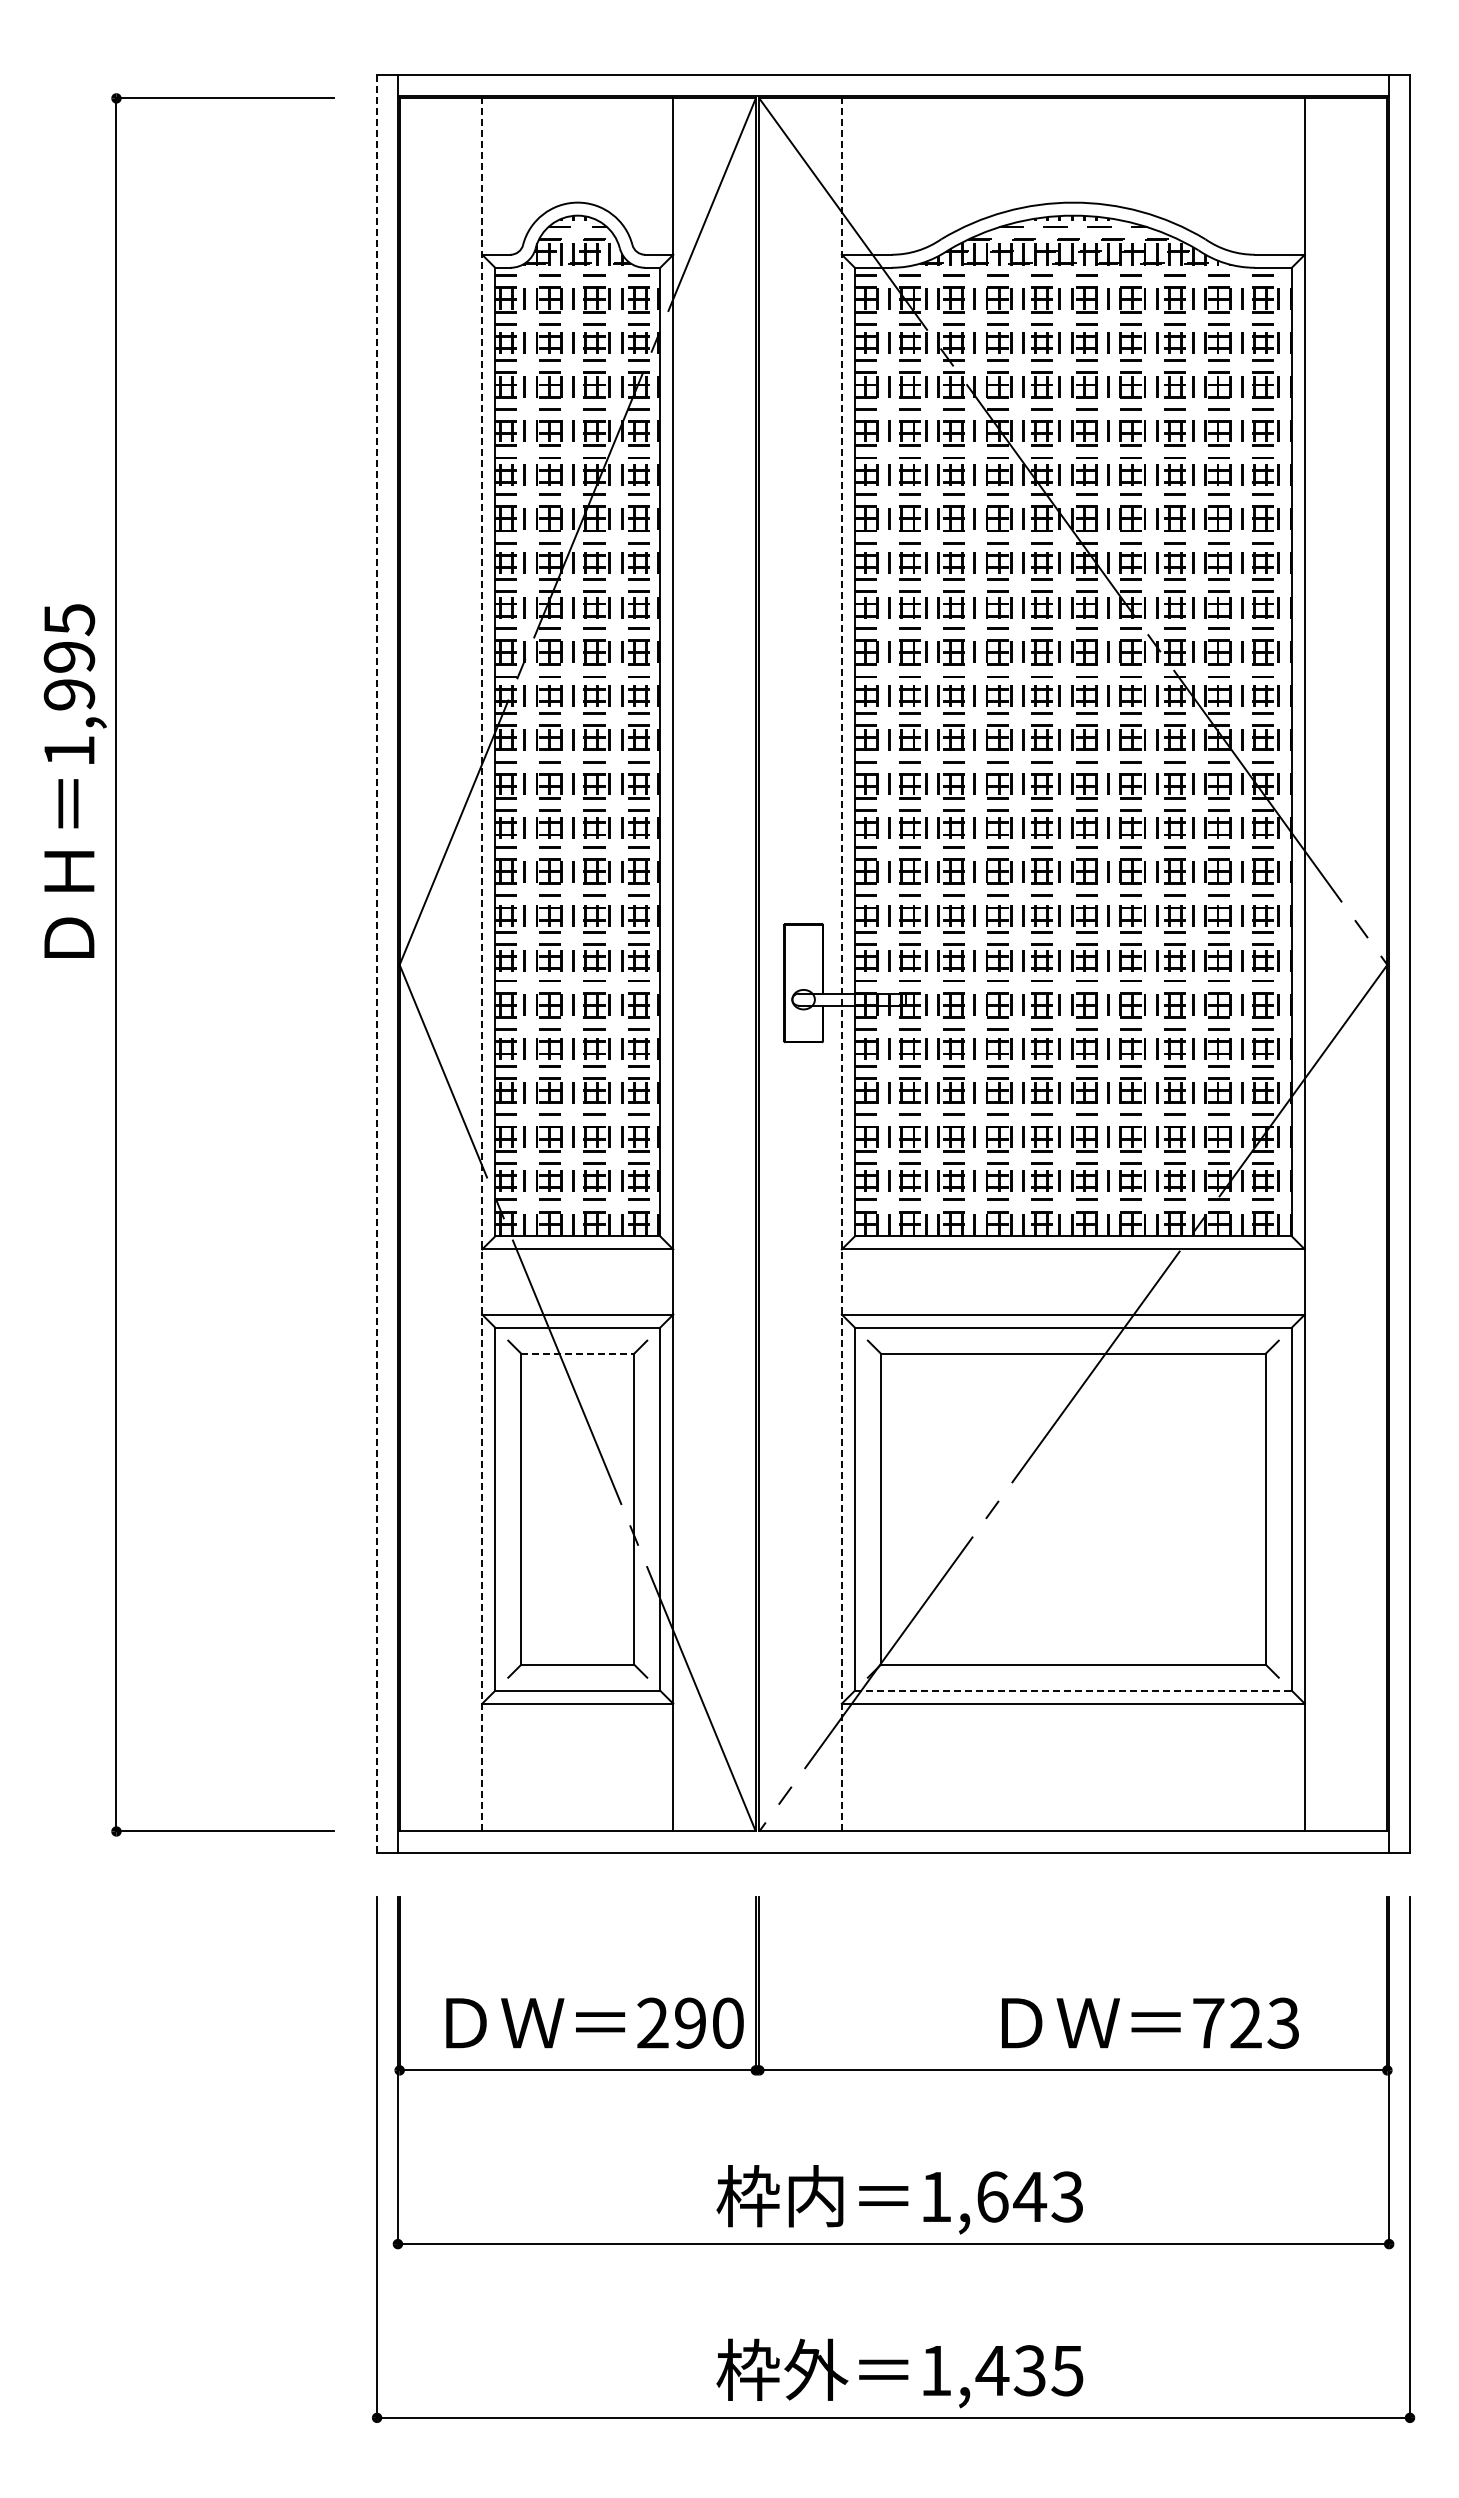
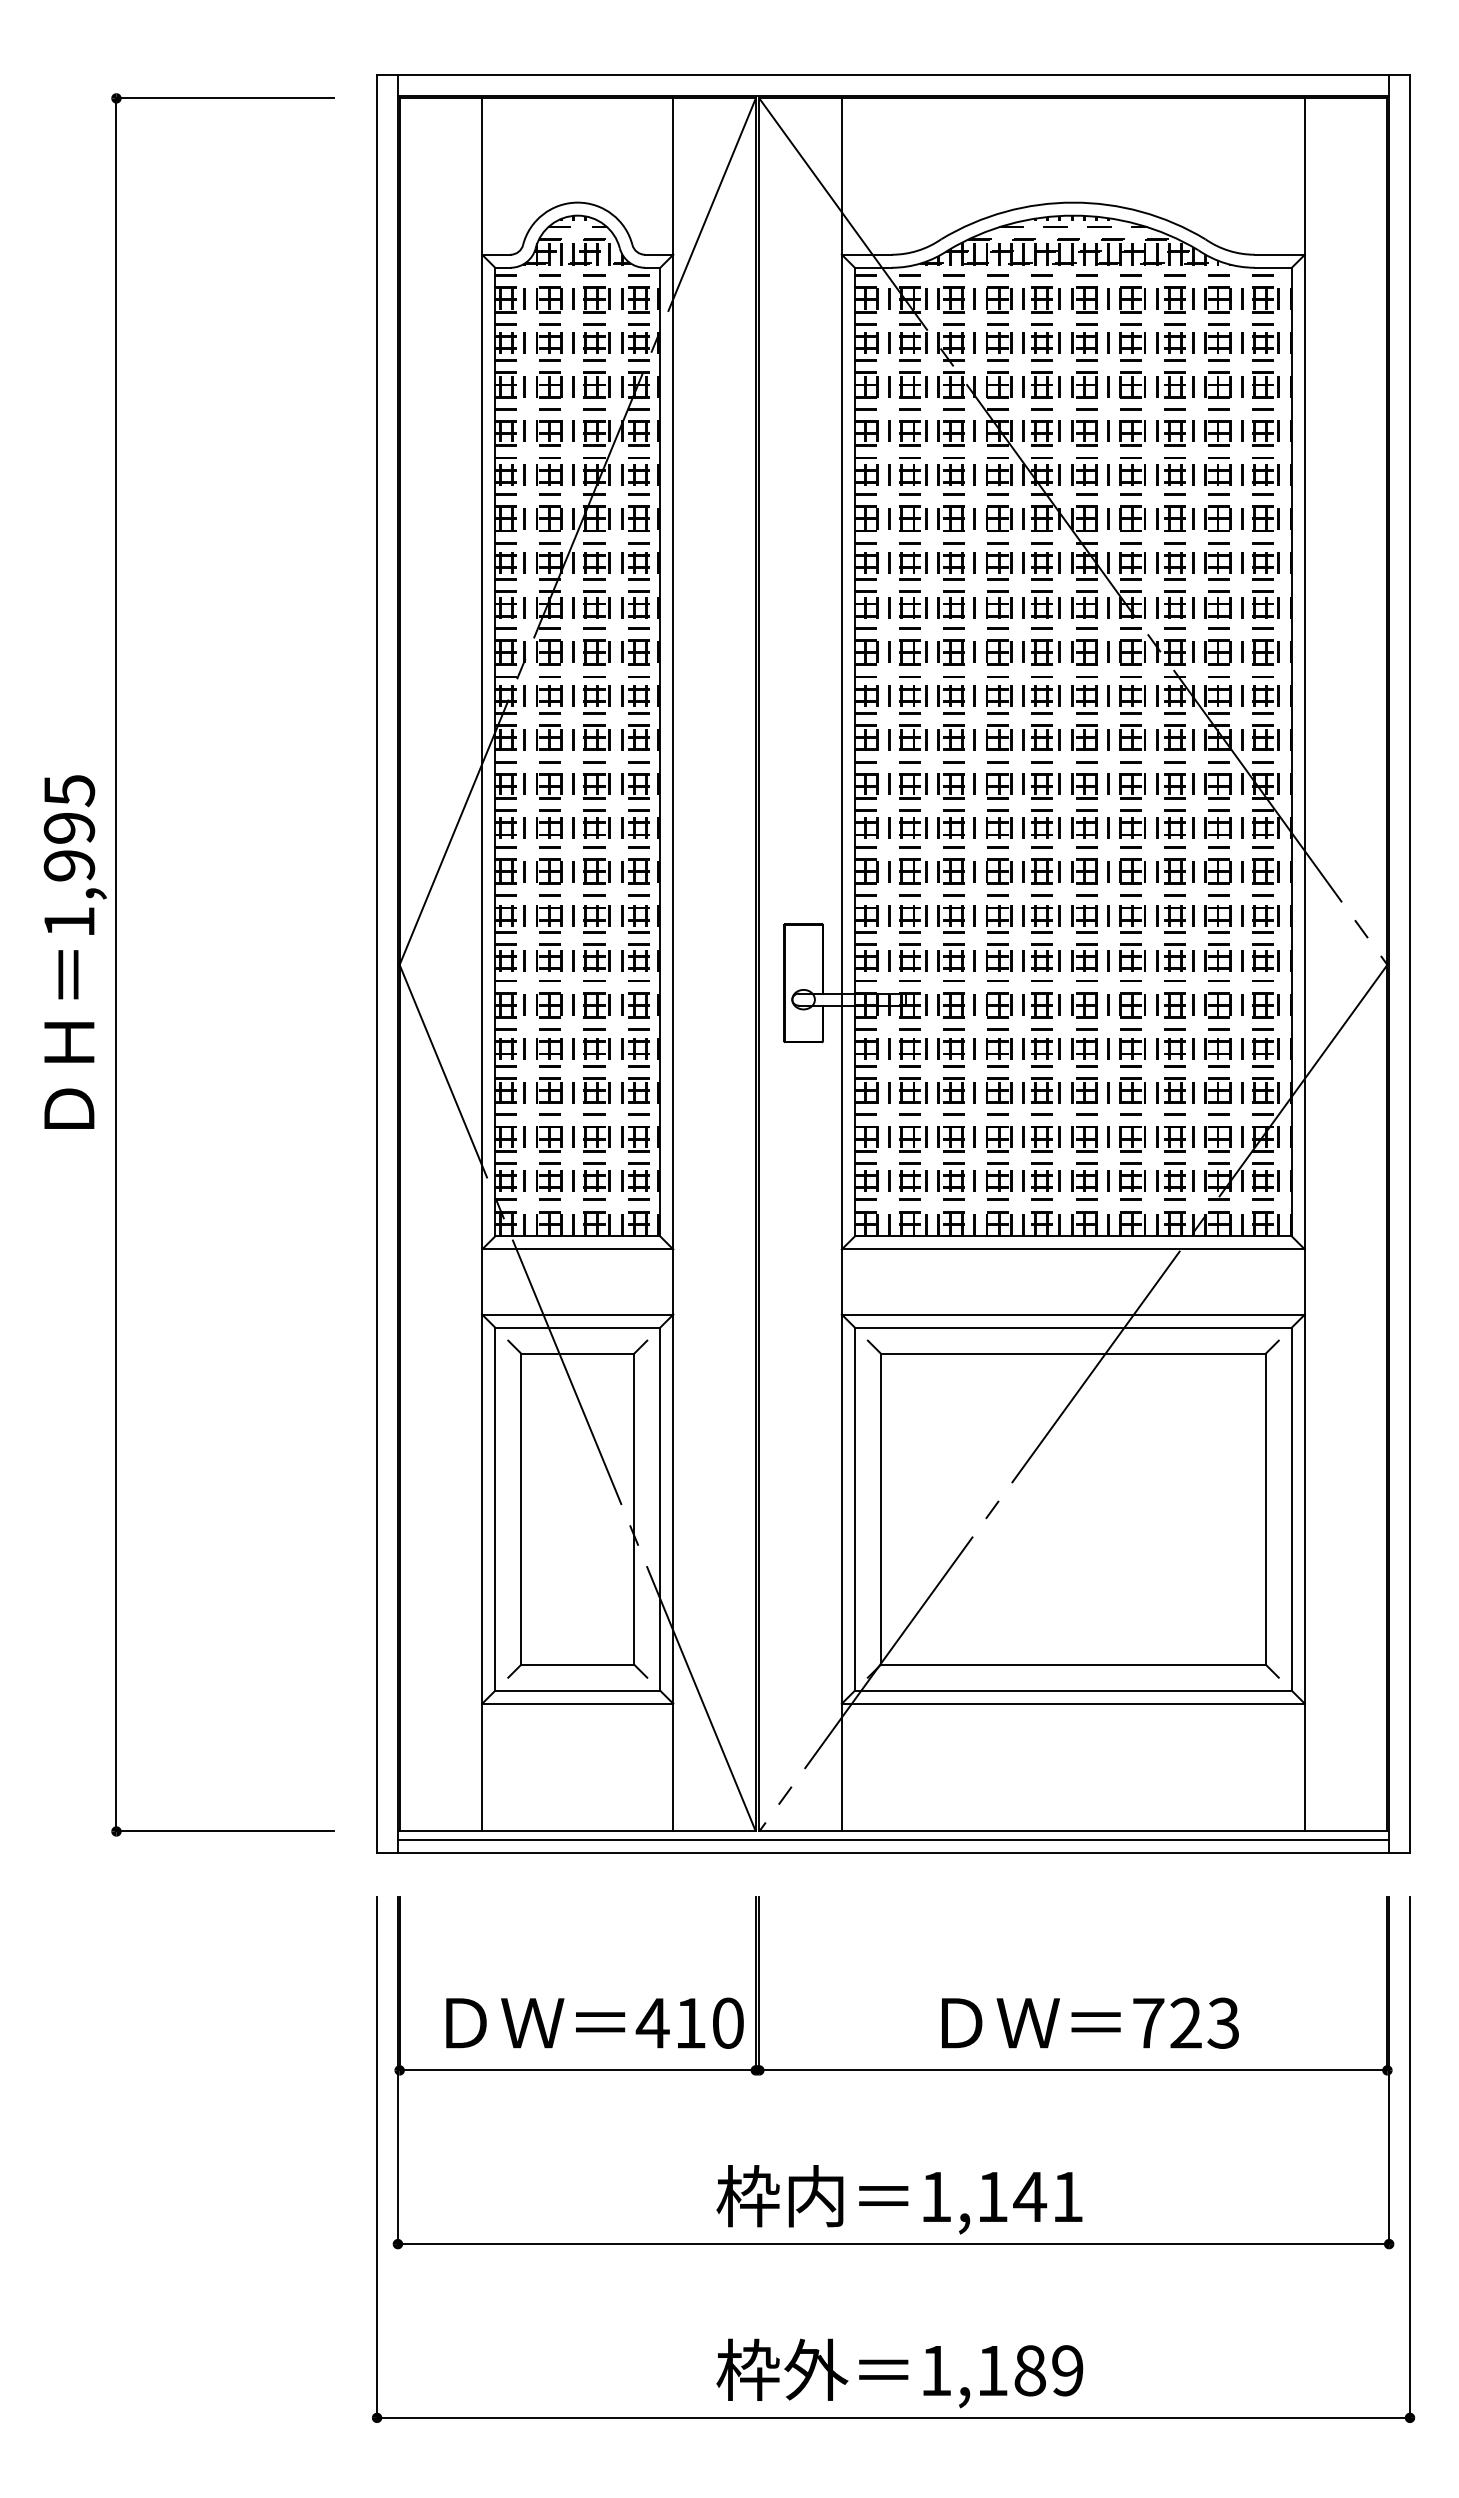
text at (74, 780) position: (74, 780) -> (74, 951)
line at (377, 964): dashed -> solid
line at (482, 964): dashed -> solid
line at (841, 964): dashed -> solid
line at (578, 1353): dashed -> solid
line at (1073, 1690): dashed -> solid
line at (893, 1840): none -> present
text at (670, 2022): 290 -> 410
text at (1150, 2022) position: (1150, 2022) -> (1090, 2022)
text at (1029, 2196): 1,643 -> 1,141
text at (1029, 2370): 1,435 -> 1,189
